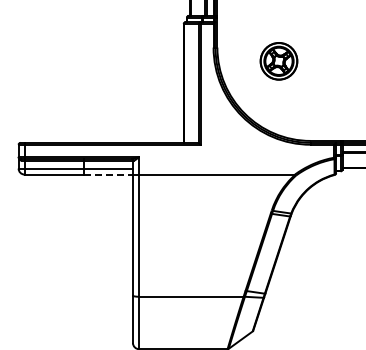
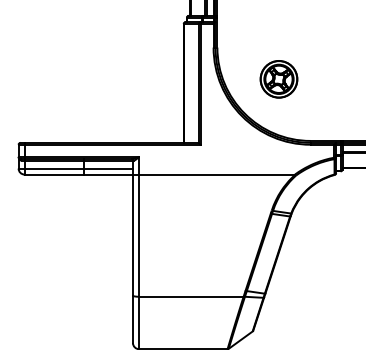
part at (278, 61) position: (278, 61) -> (278, 79)
line at (108, 174): dashed -> solid
